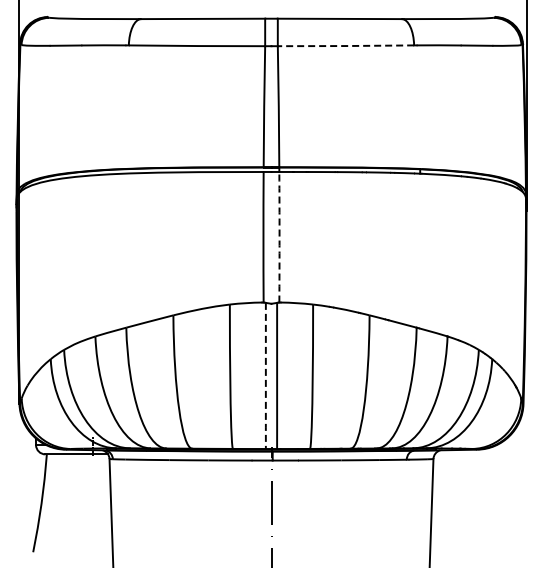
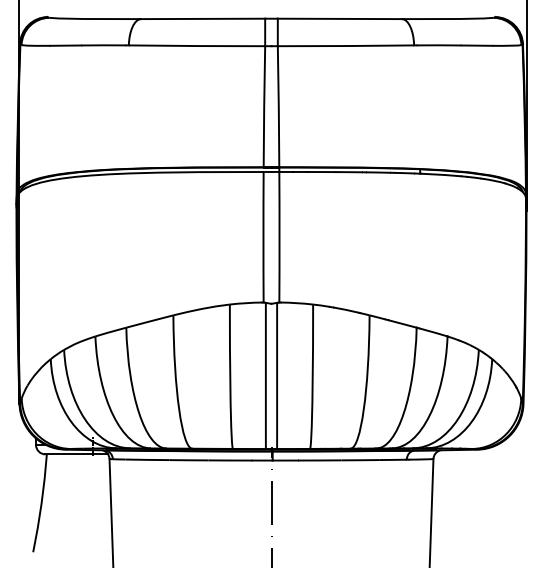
line at (346, 46): dashed -> solid
arc at (279, 237): dashed -> solid
line at (265, 377): dashed -> solid
